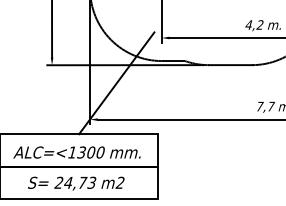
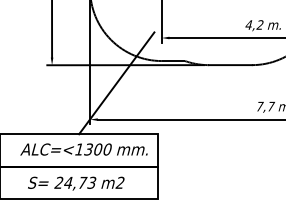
text at (76, 152) position: (76, 152) -> (83, 149)
